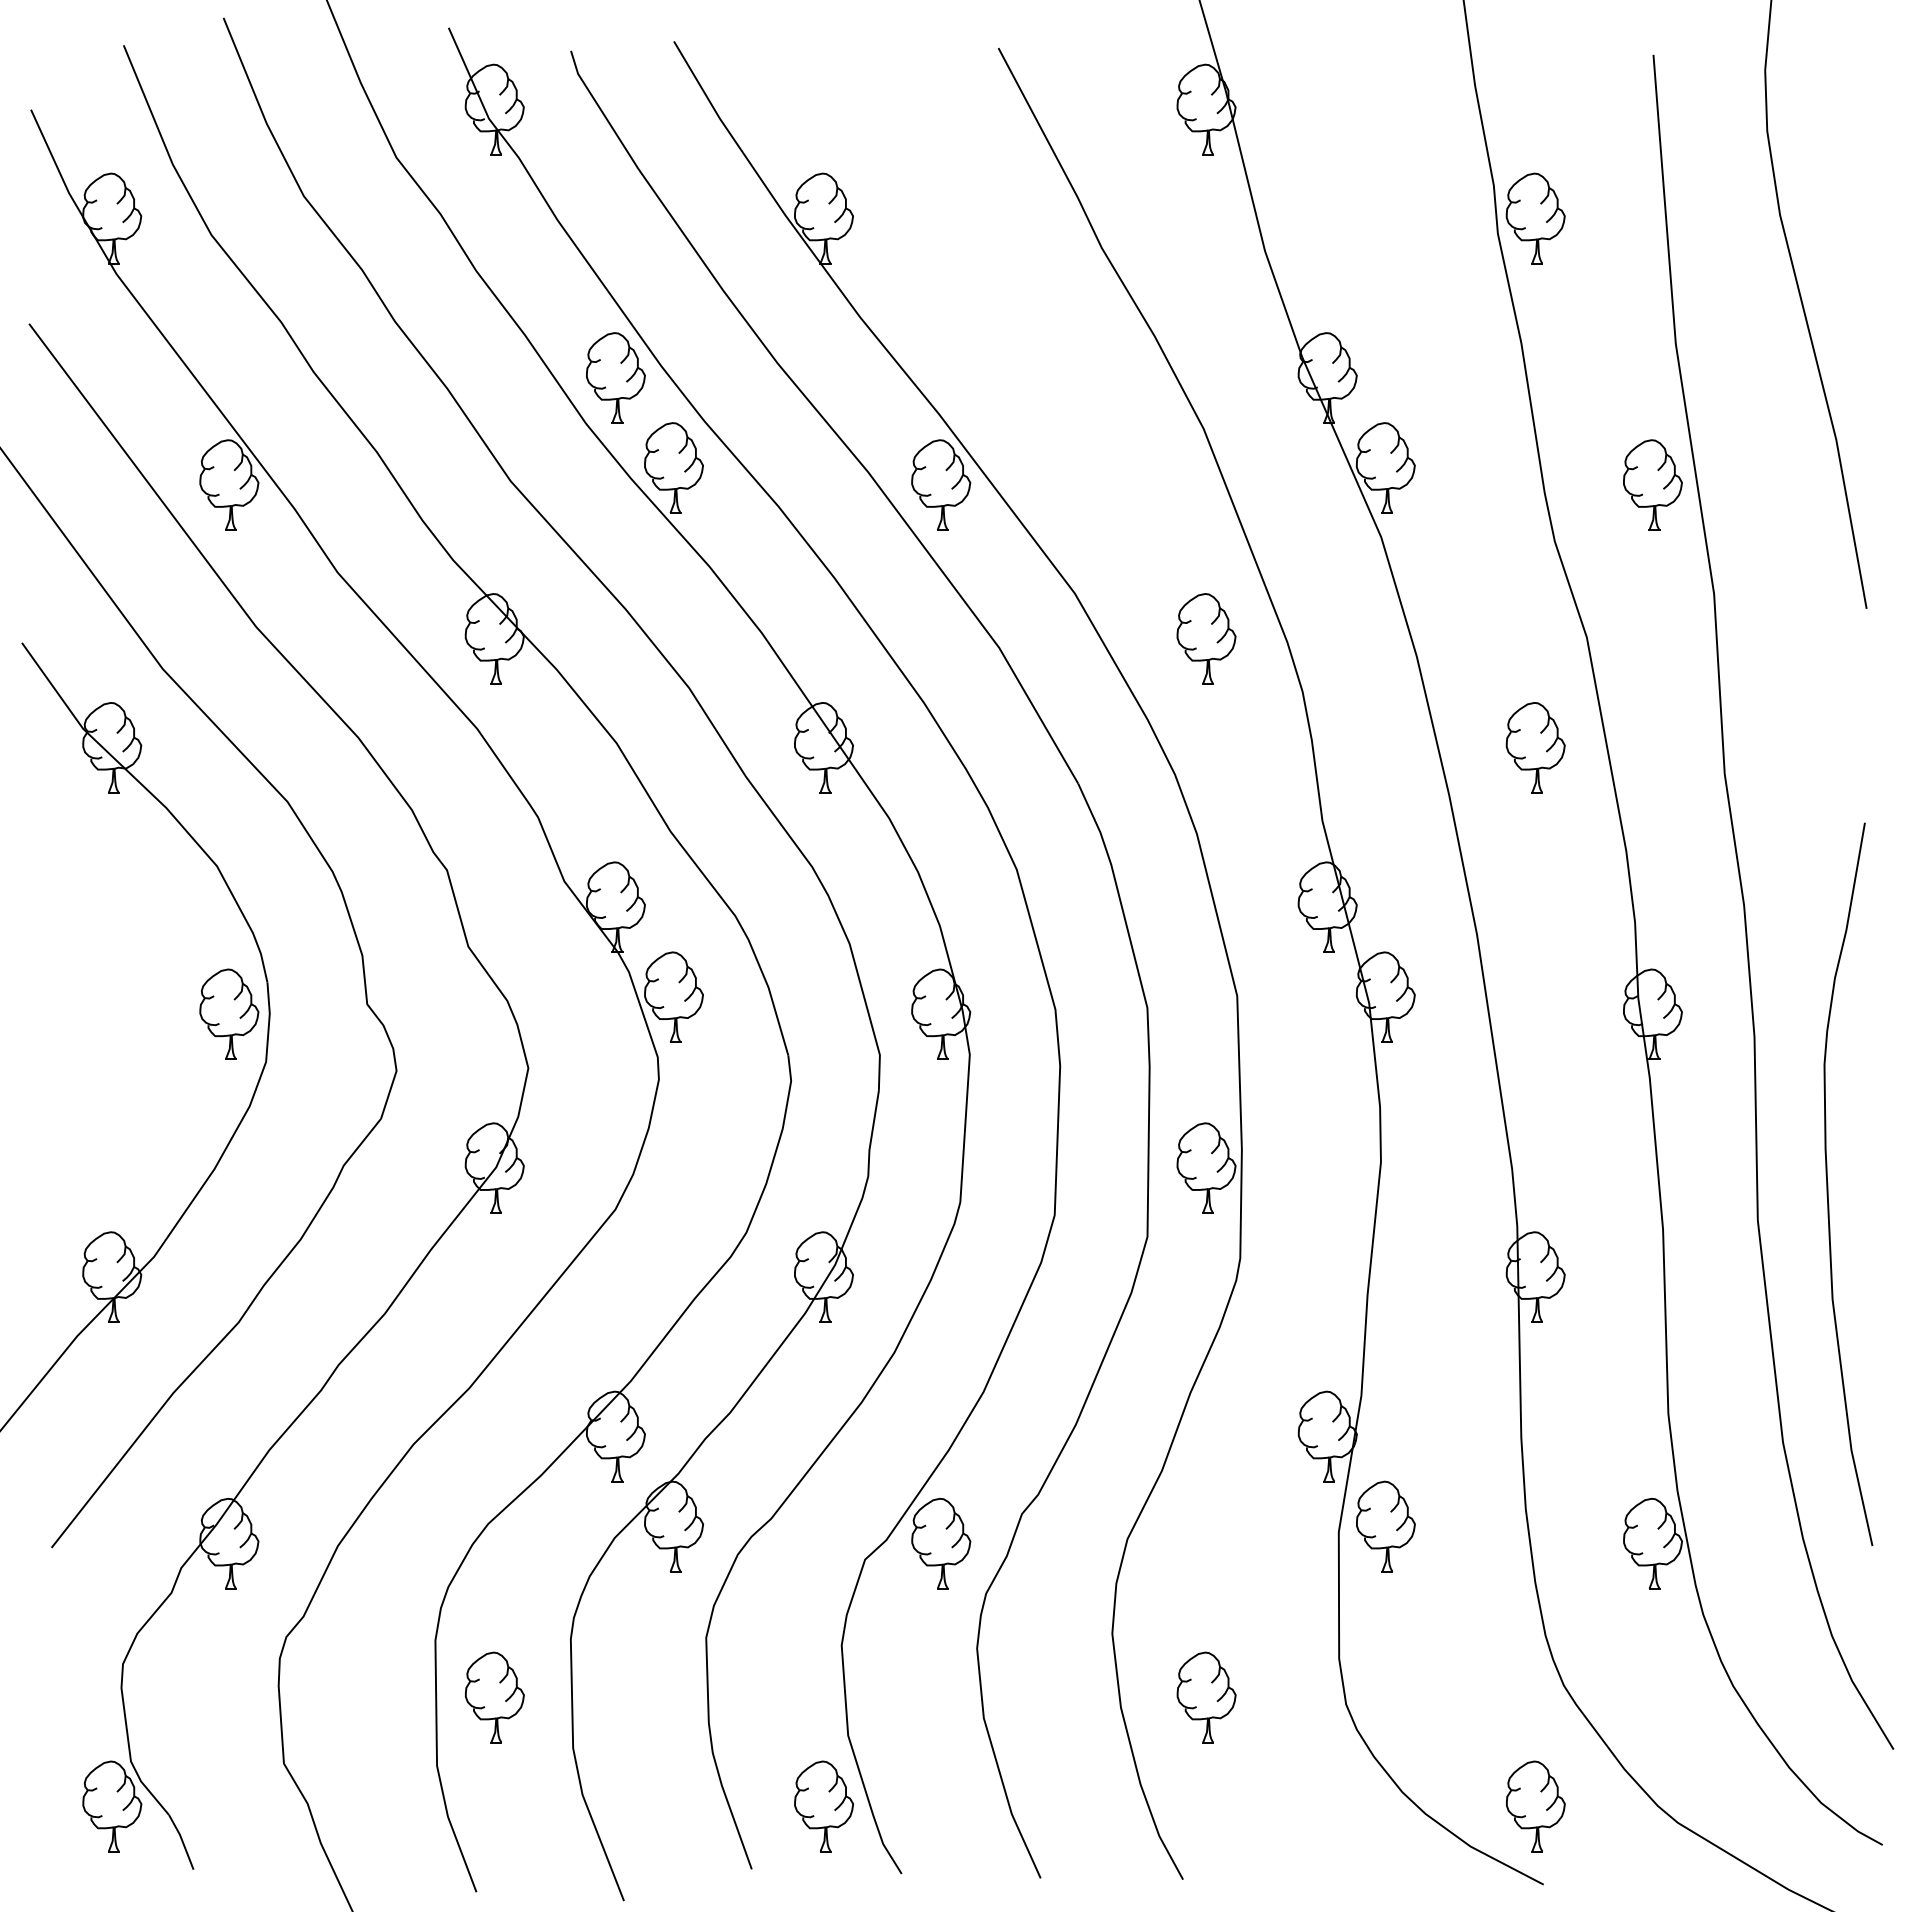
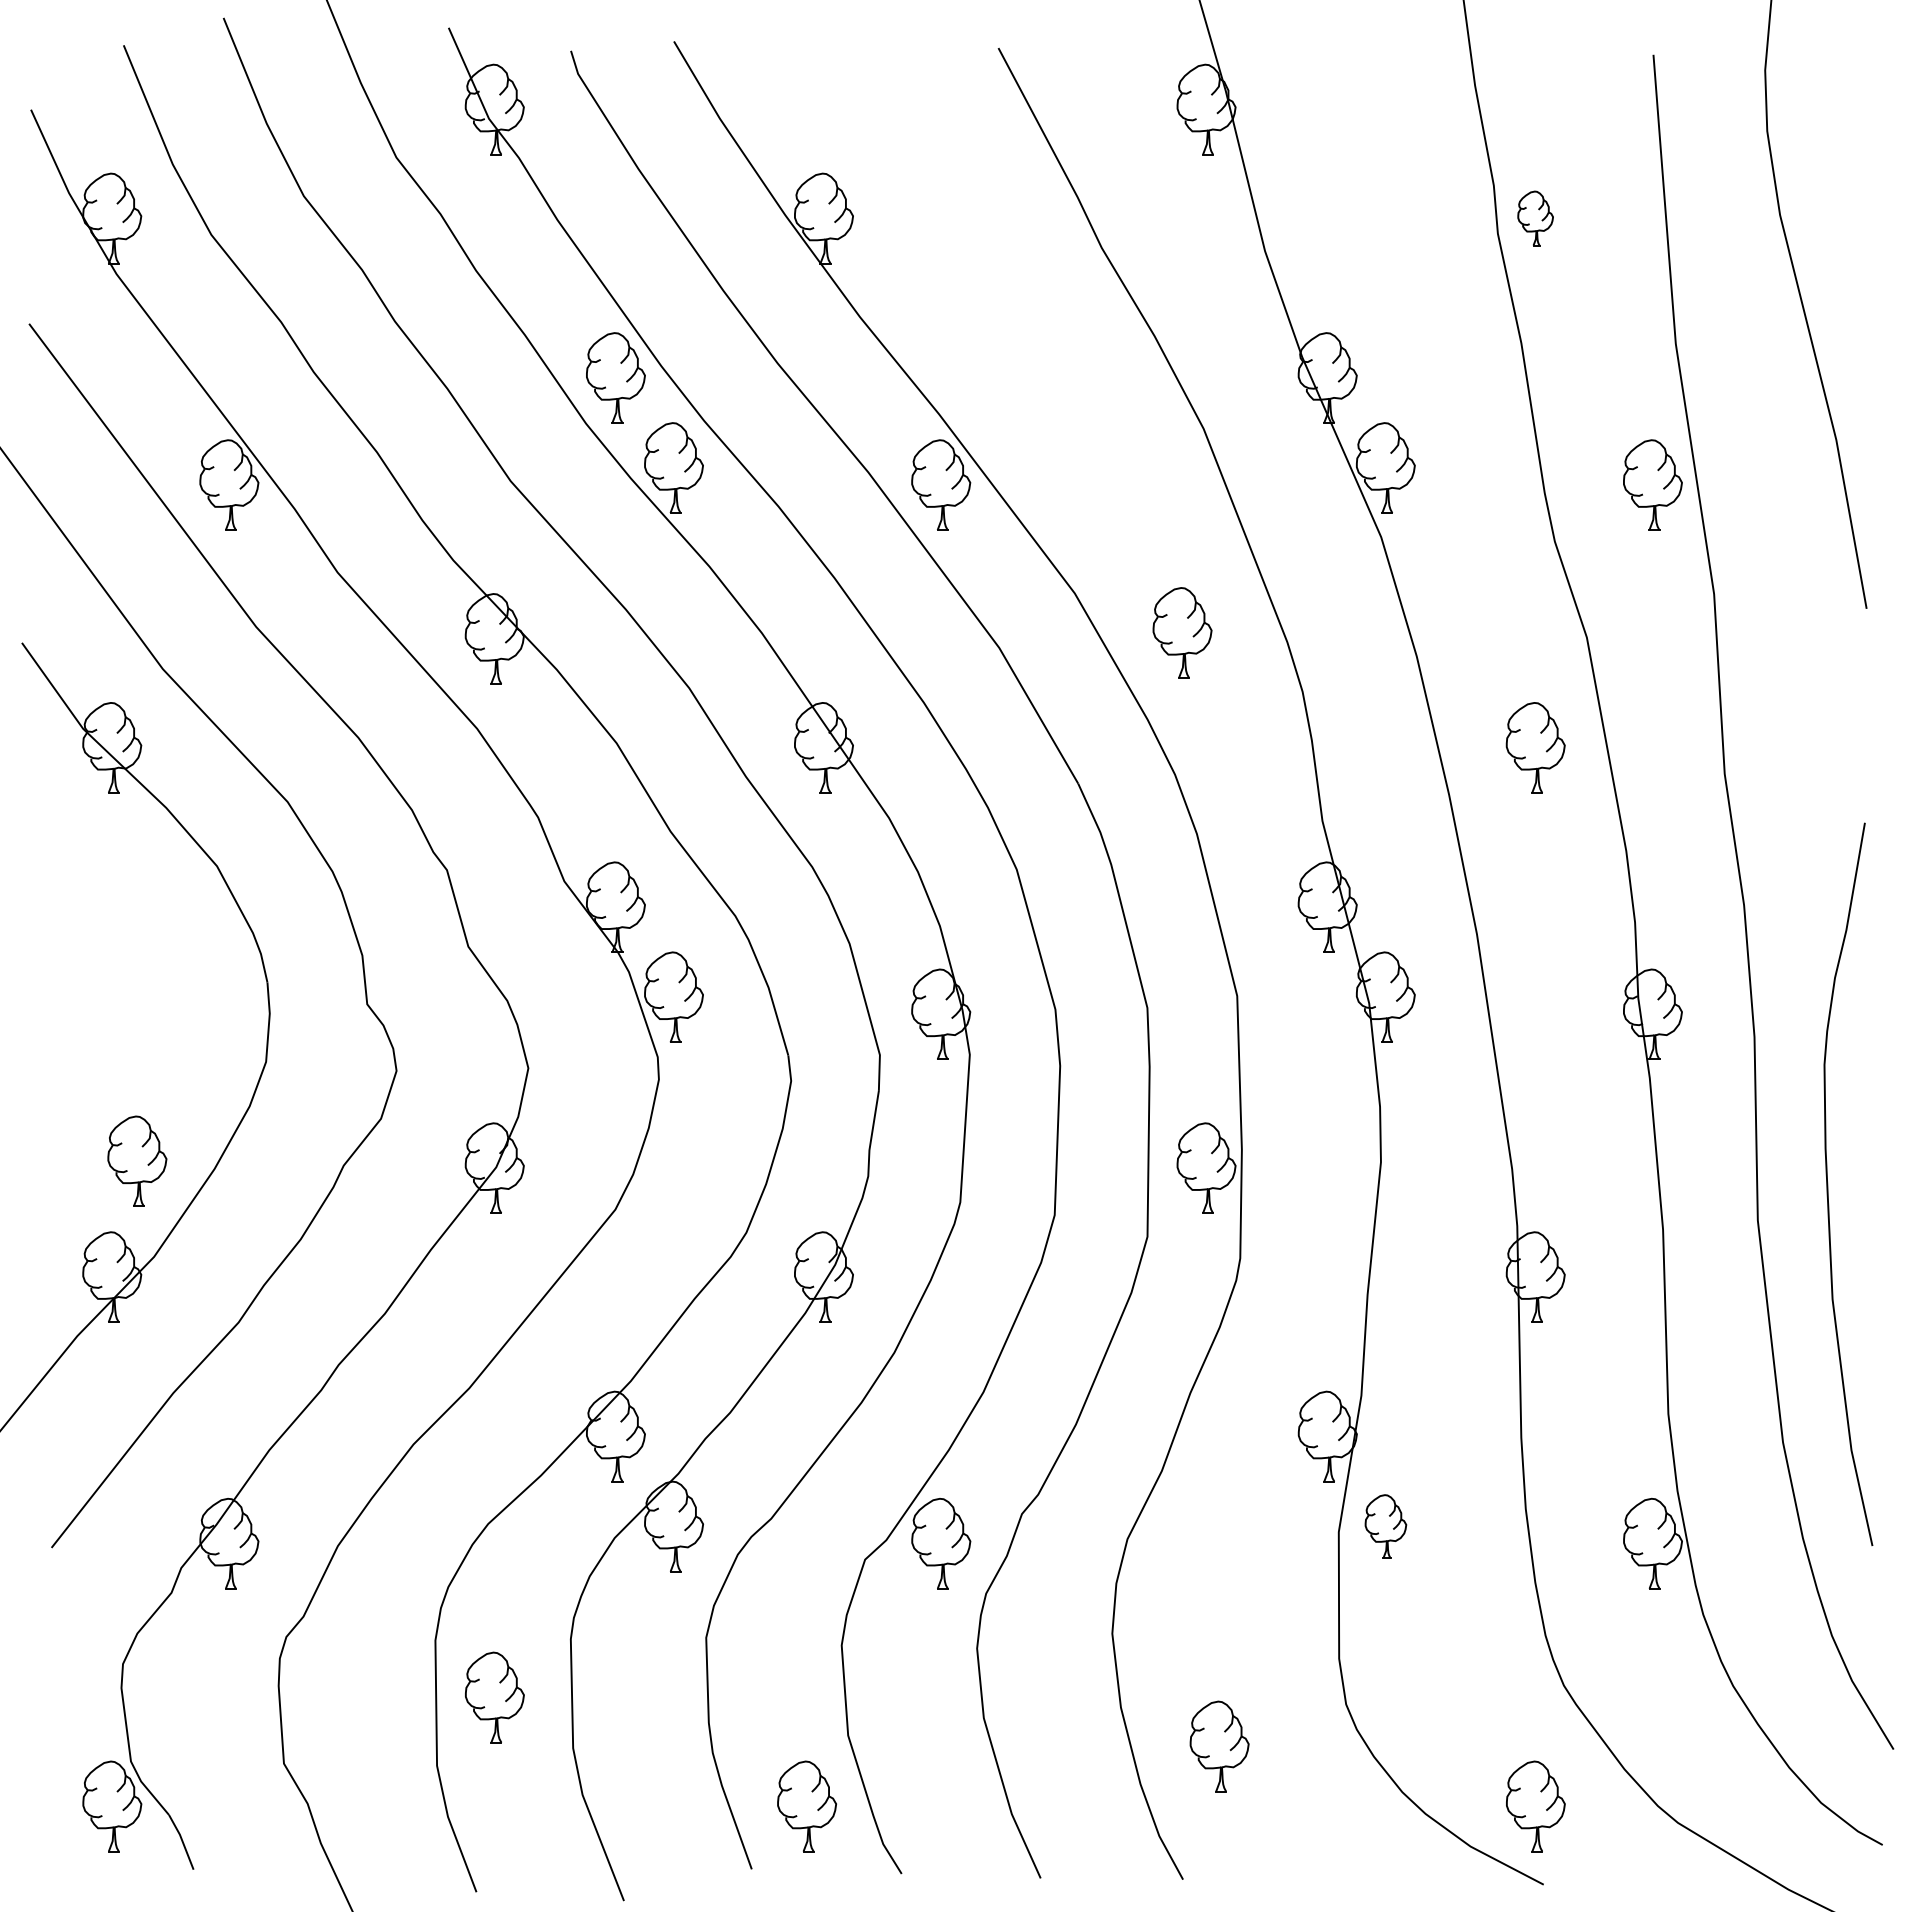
part at (1535, 218) size: 61x93 px -> 37x57 px
part at (1206, 638) position: (1206, 638) -> (1182, 632)
part at (229, 1013) position: (229, 1013) -> (137, 1160)
part at (1385, 1526) size: 60x93 px -> 44x65 px
part at (1206, 1697) position: (1206, 1697) -> (1219, 1746)
part at (823, 1806) position: (823, 1806) -> (806, 1806)
